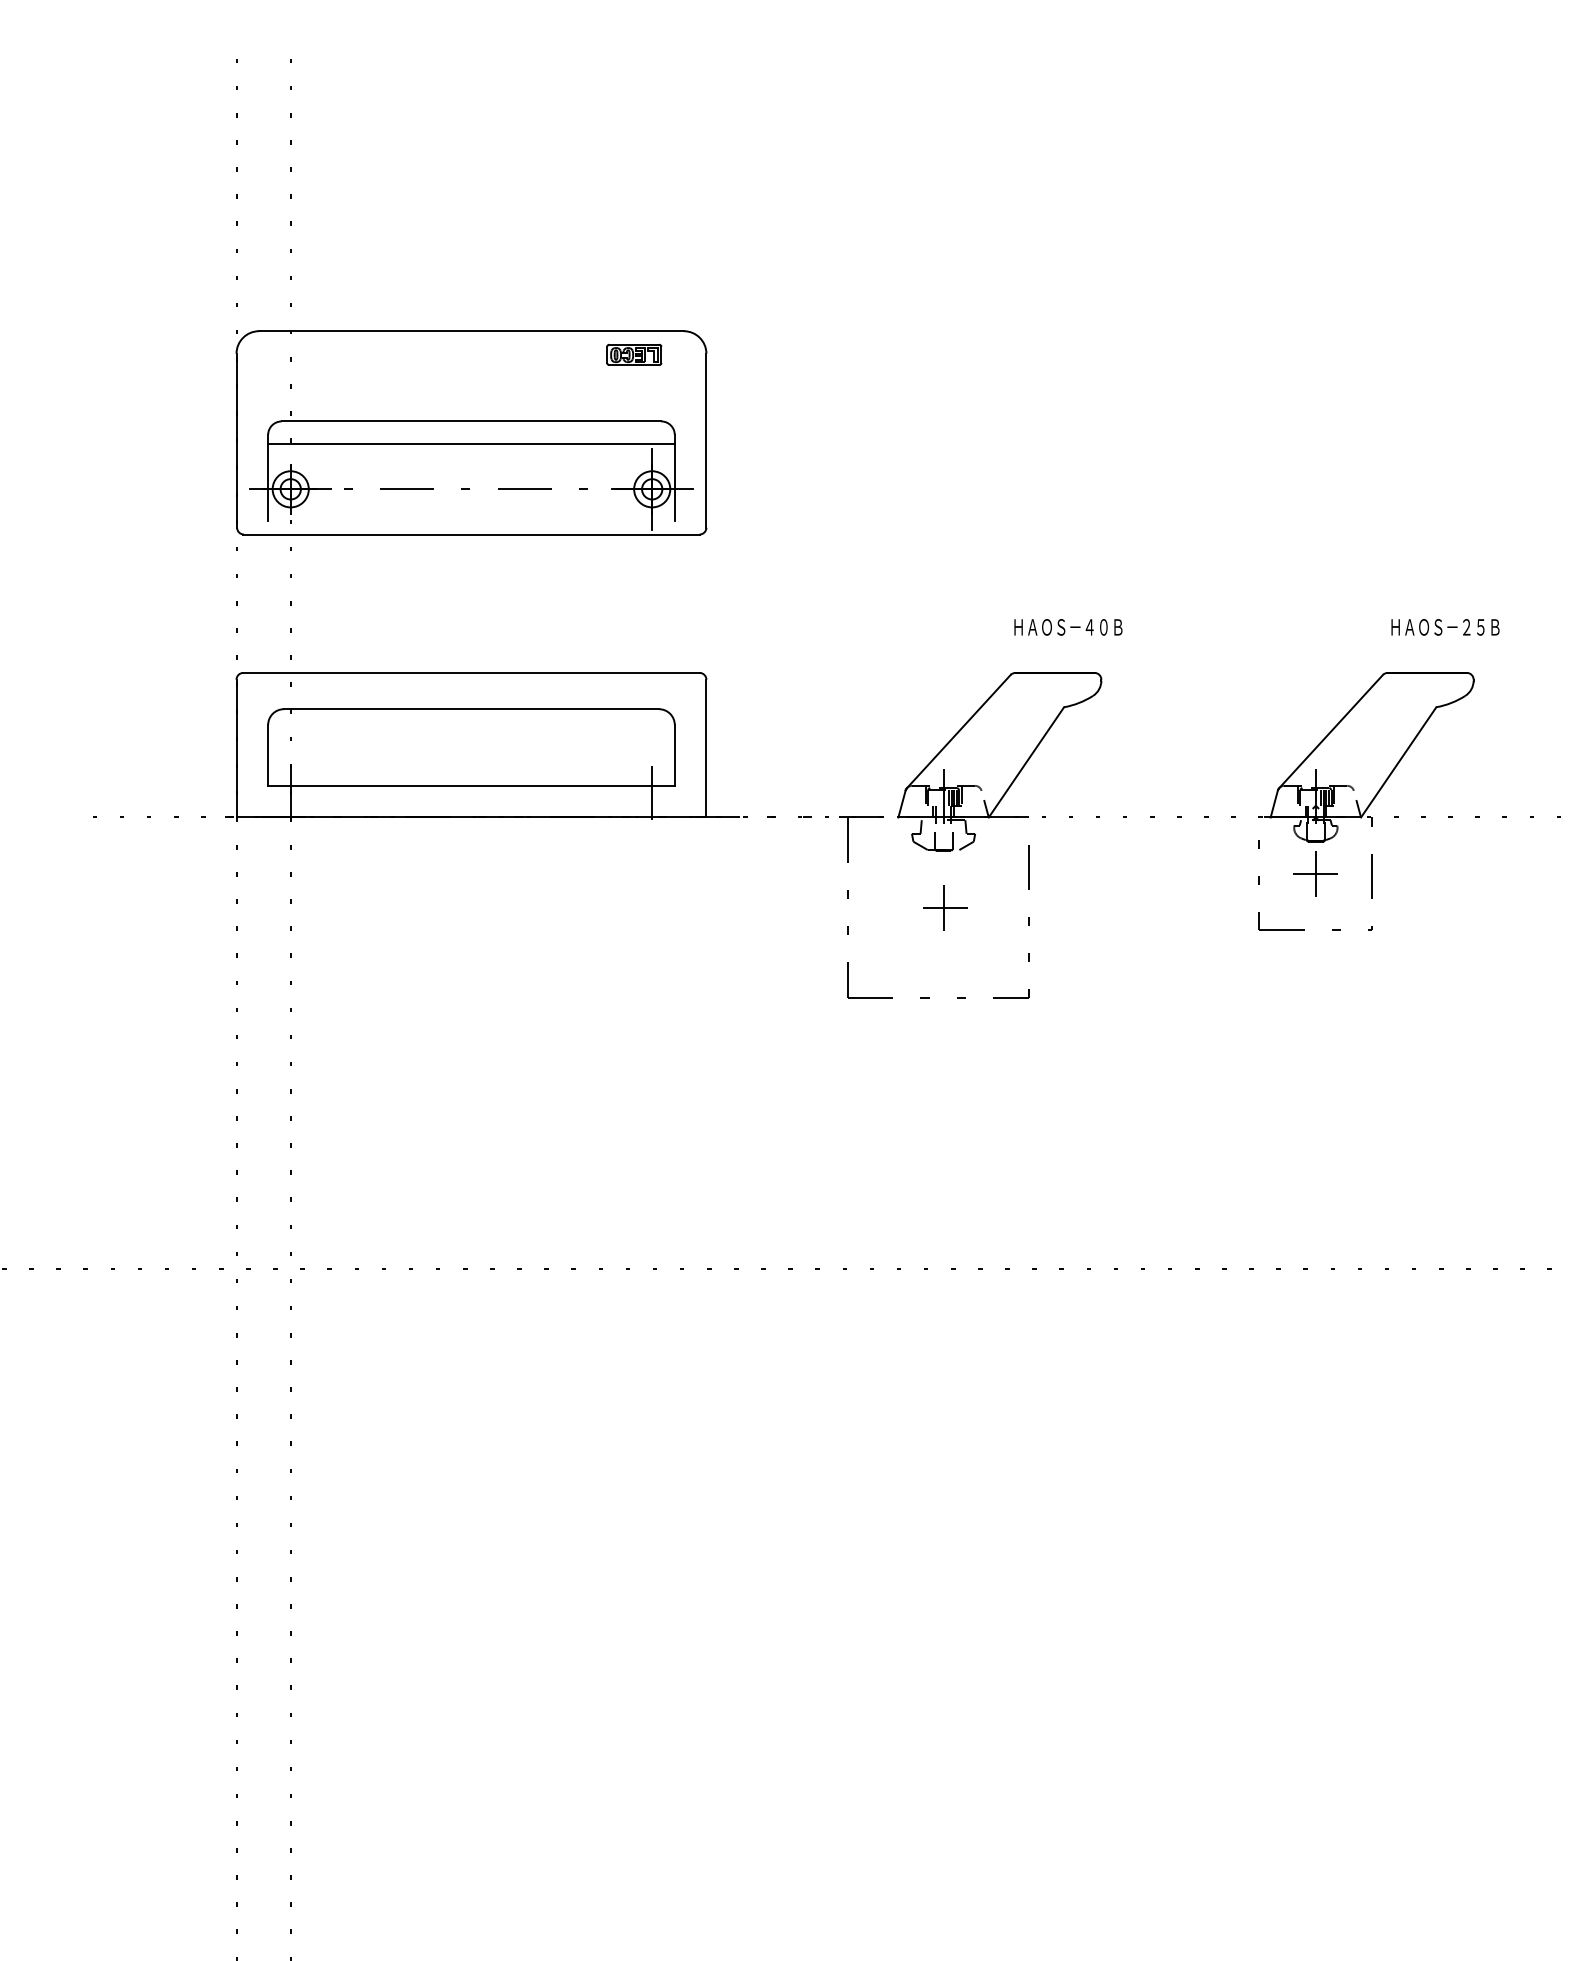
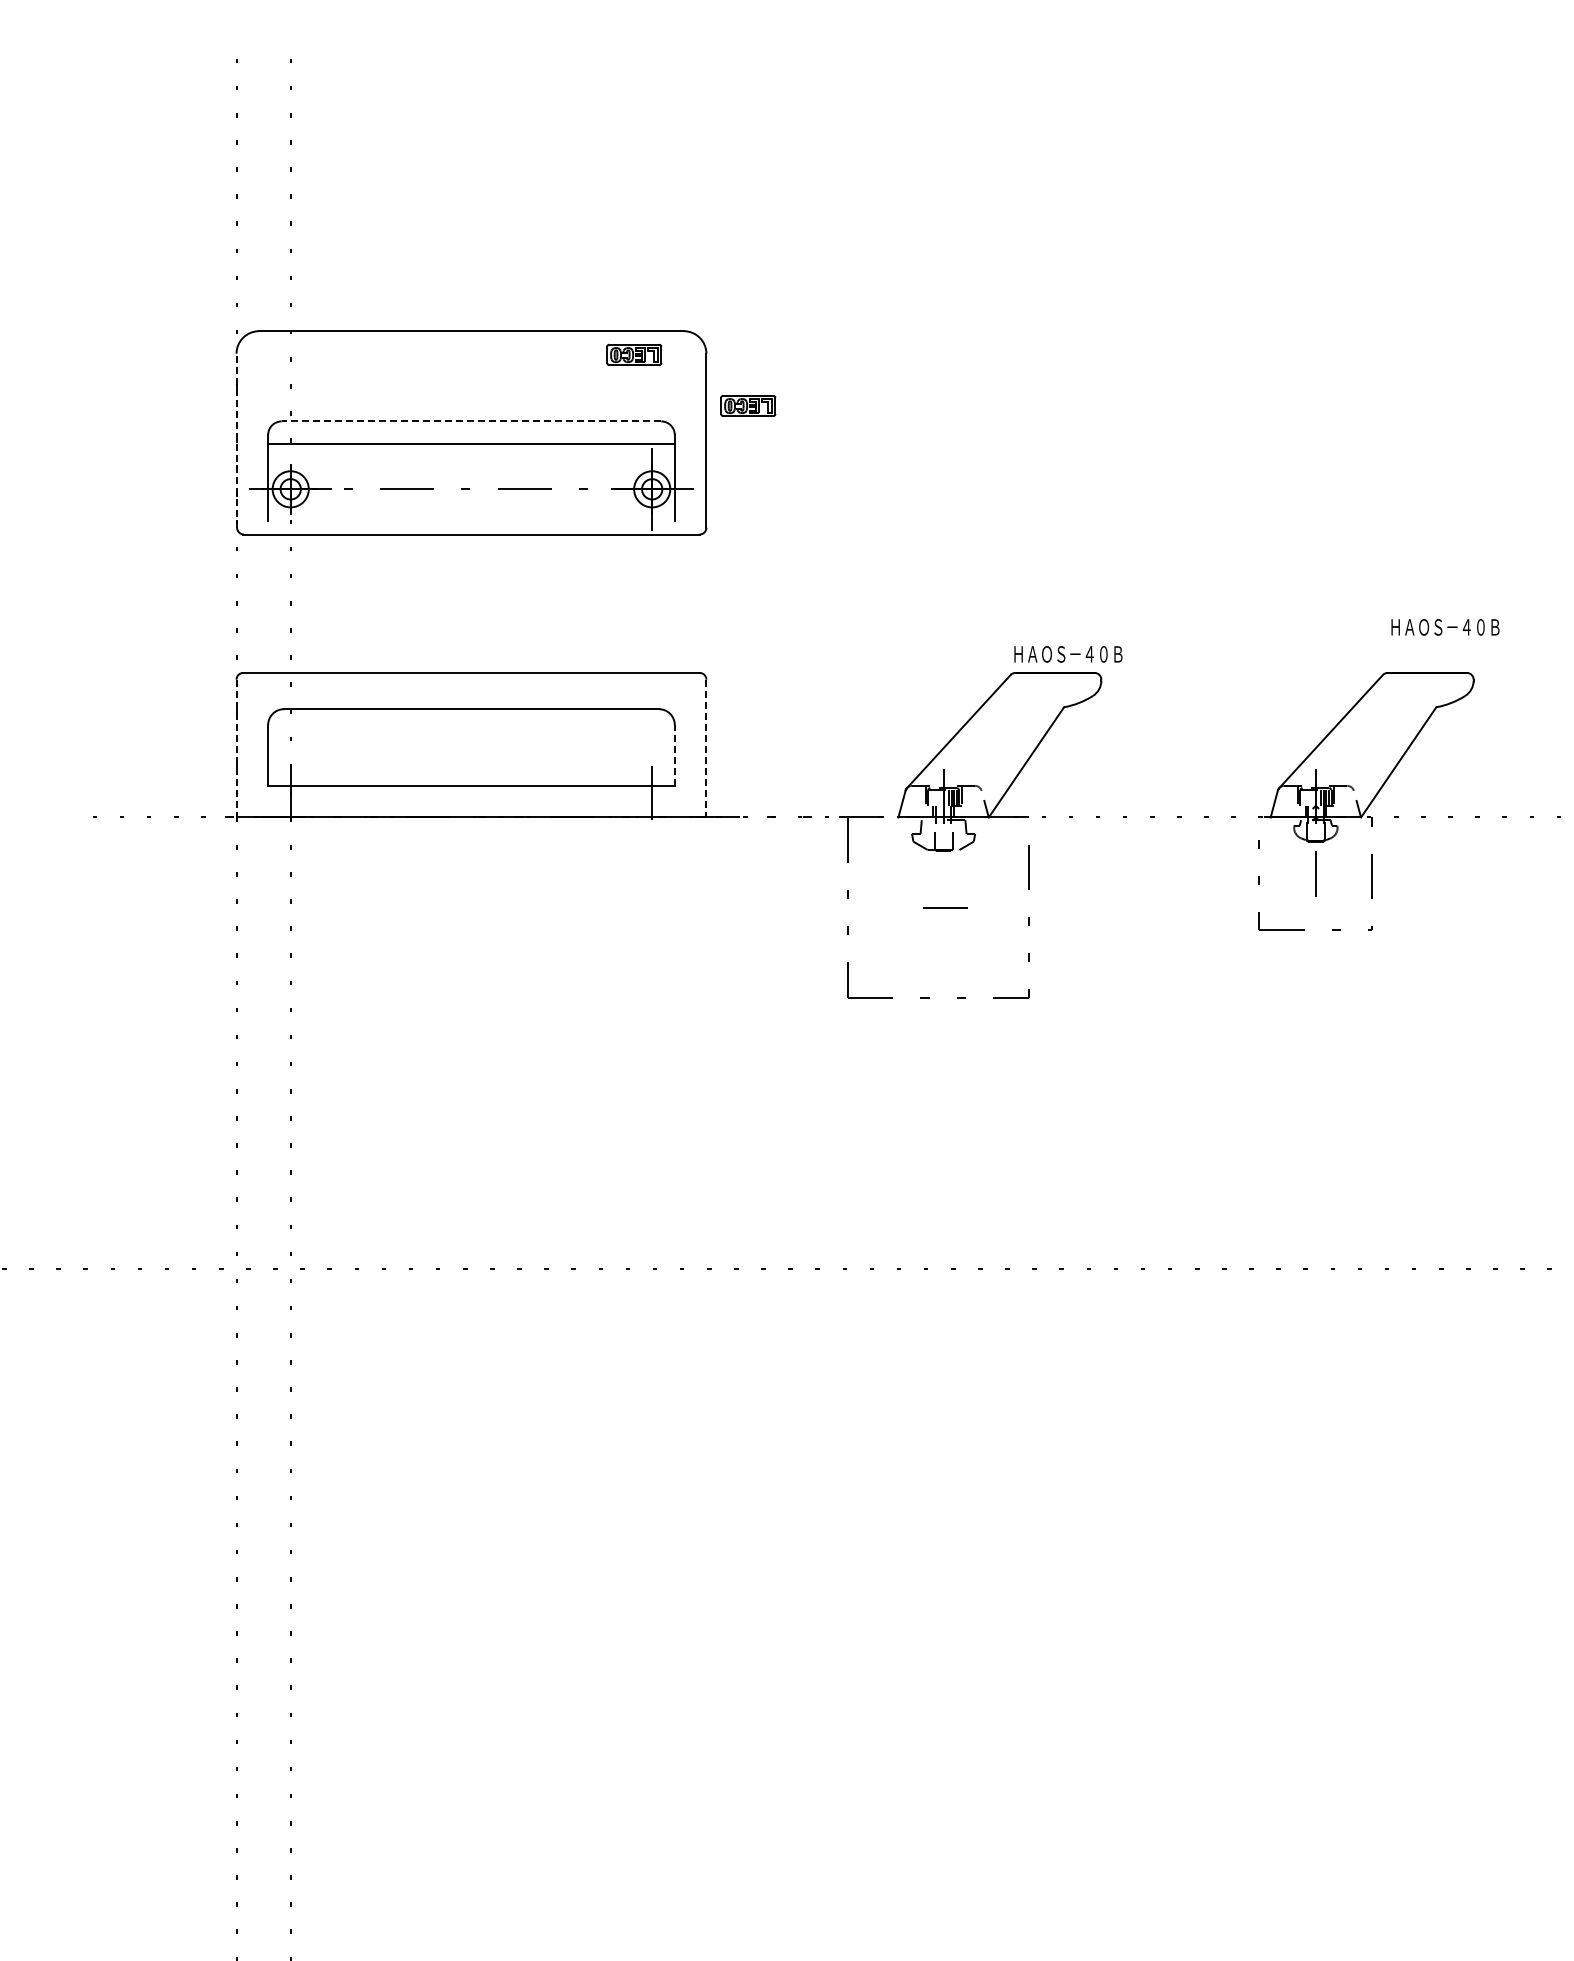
part at (748, 405): none -> present
line at (471, 421): solid -> dashed
line at (236, 440): solid -> dashed
text at (1068, 627) position: (1068, 627) -> (1068, 654)
text at (1473, 627): ＨＡＯＳ－２５Ｂ -> ＨＡＯＳ－４０Ｂ
line at (236, 748): solid -> dashed
line at (706, 748): solid -> dashed
line at (674, 754): solid -> dashed
line at (1315, 873): present -> none
line at (943, 907): present -> none
